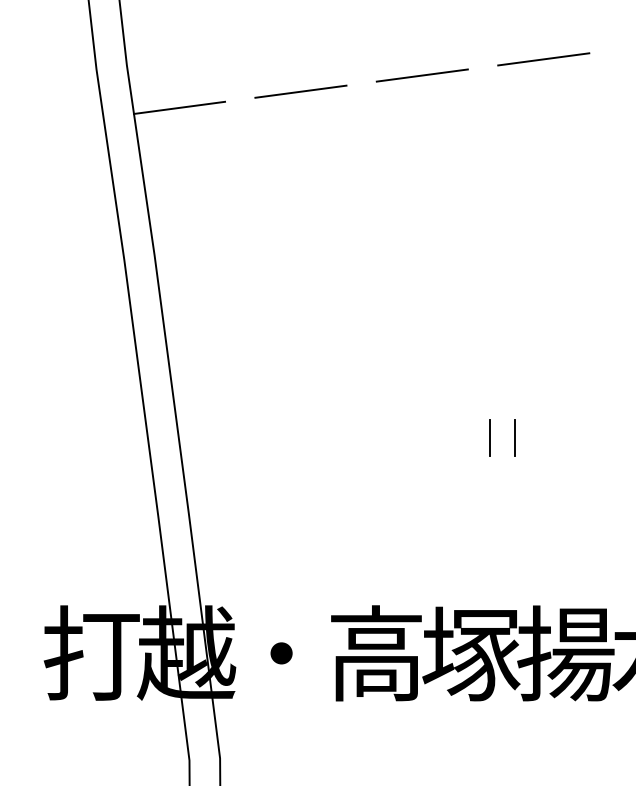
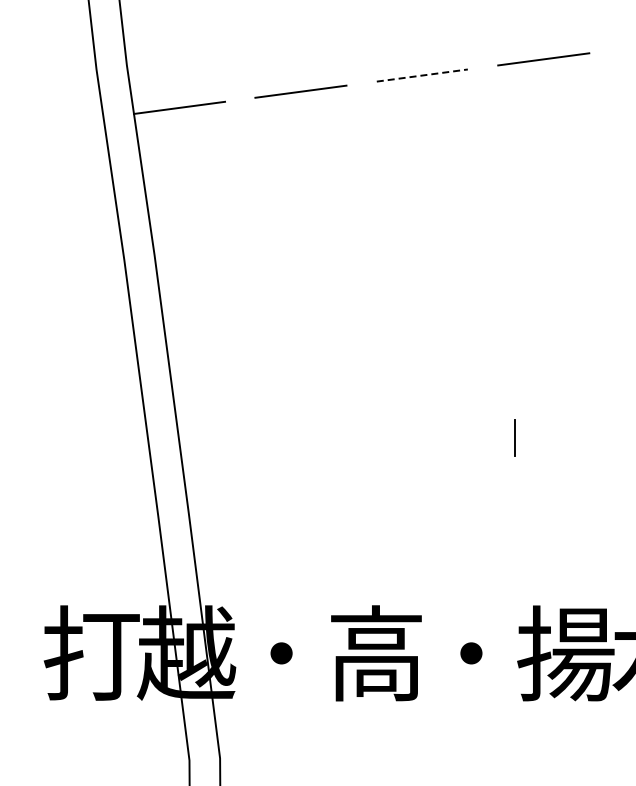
line at (422, 75): solid -> dashed
line at (490, 437): present -> none
text at (471, 653): 塚 -> ・
